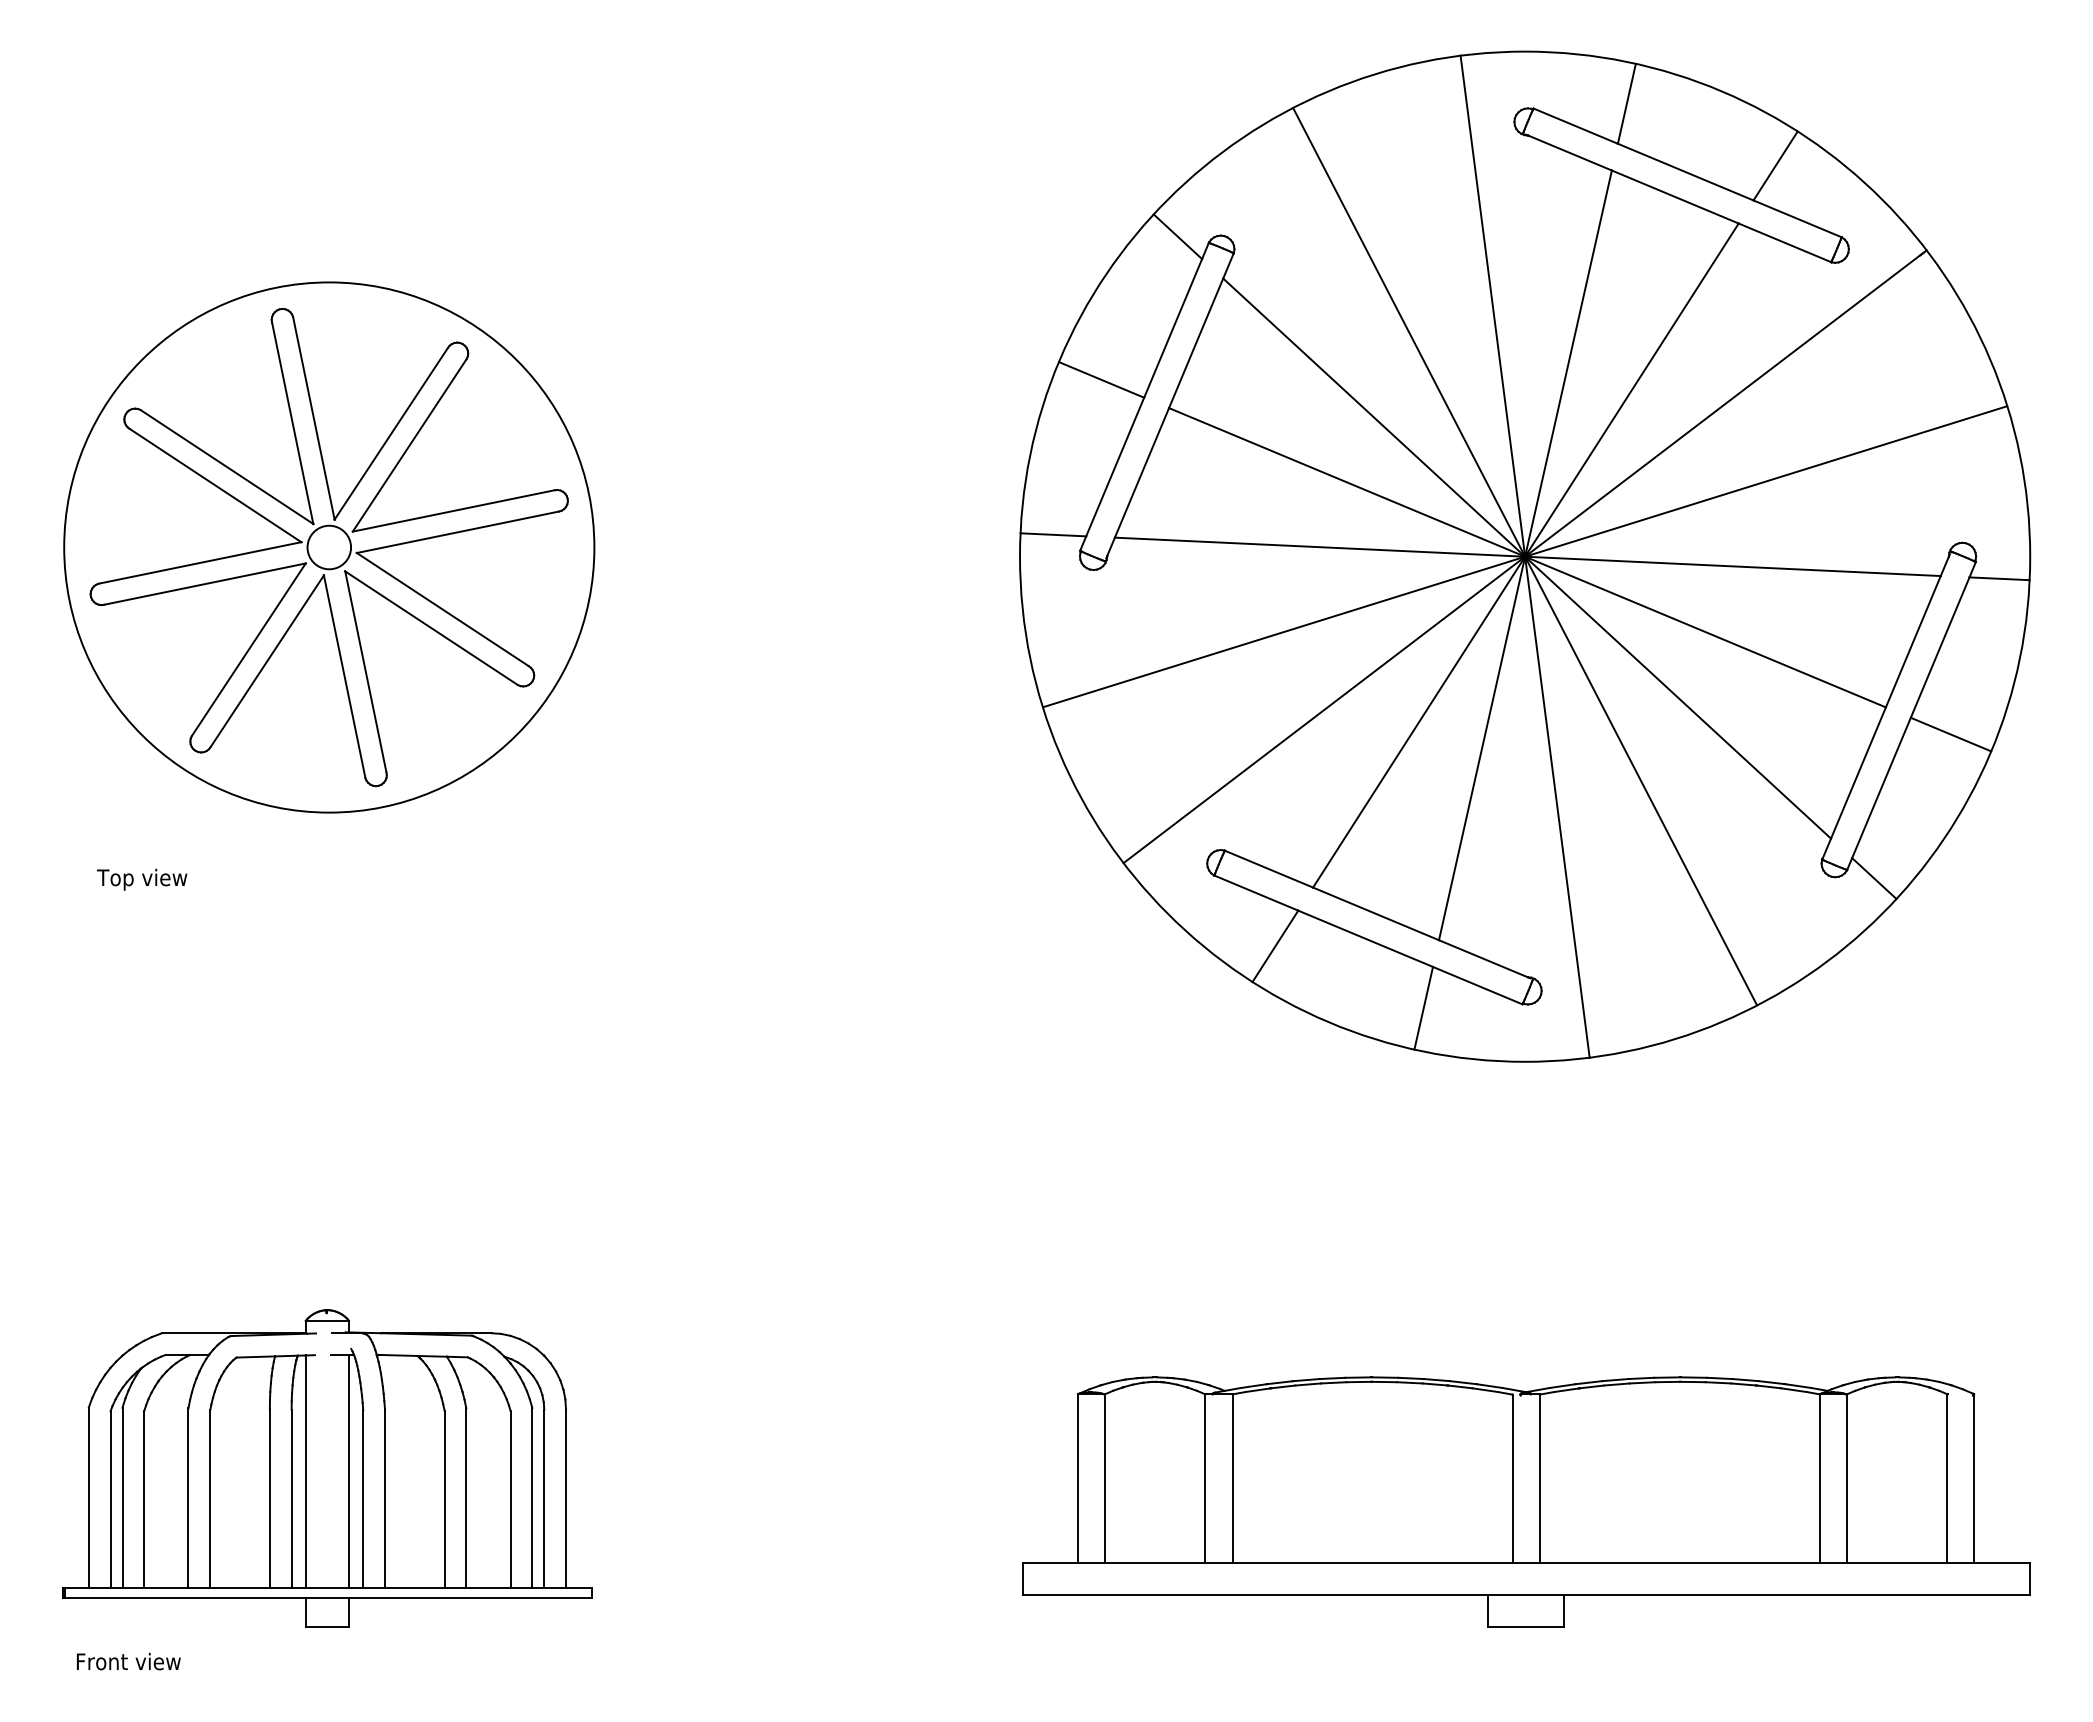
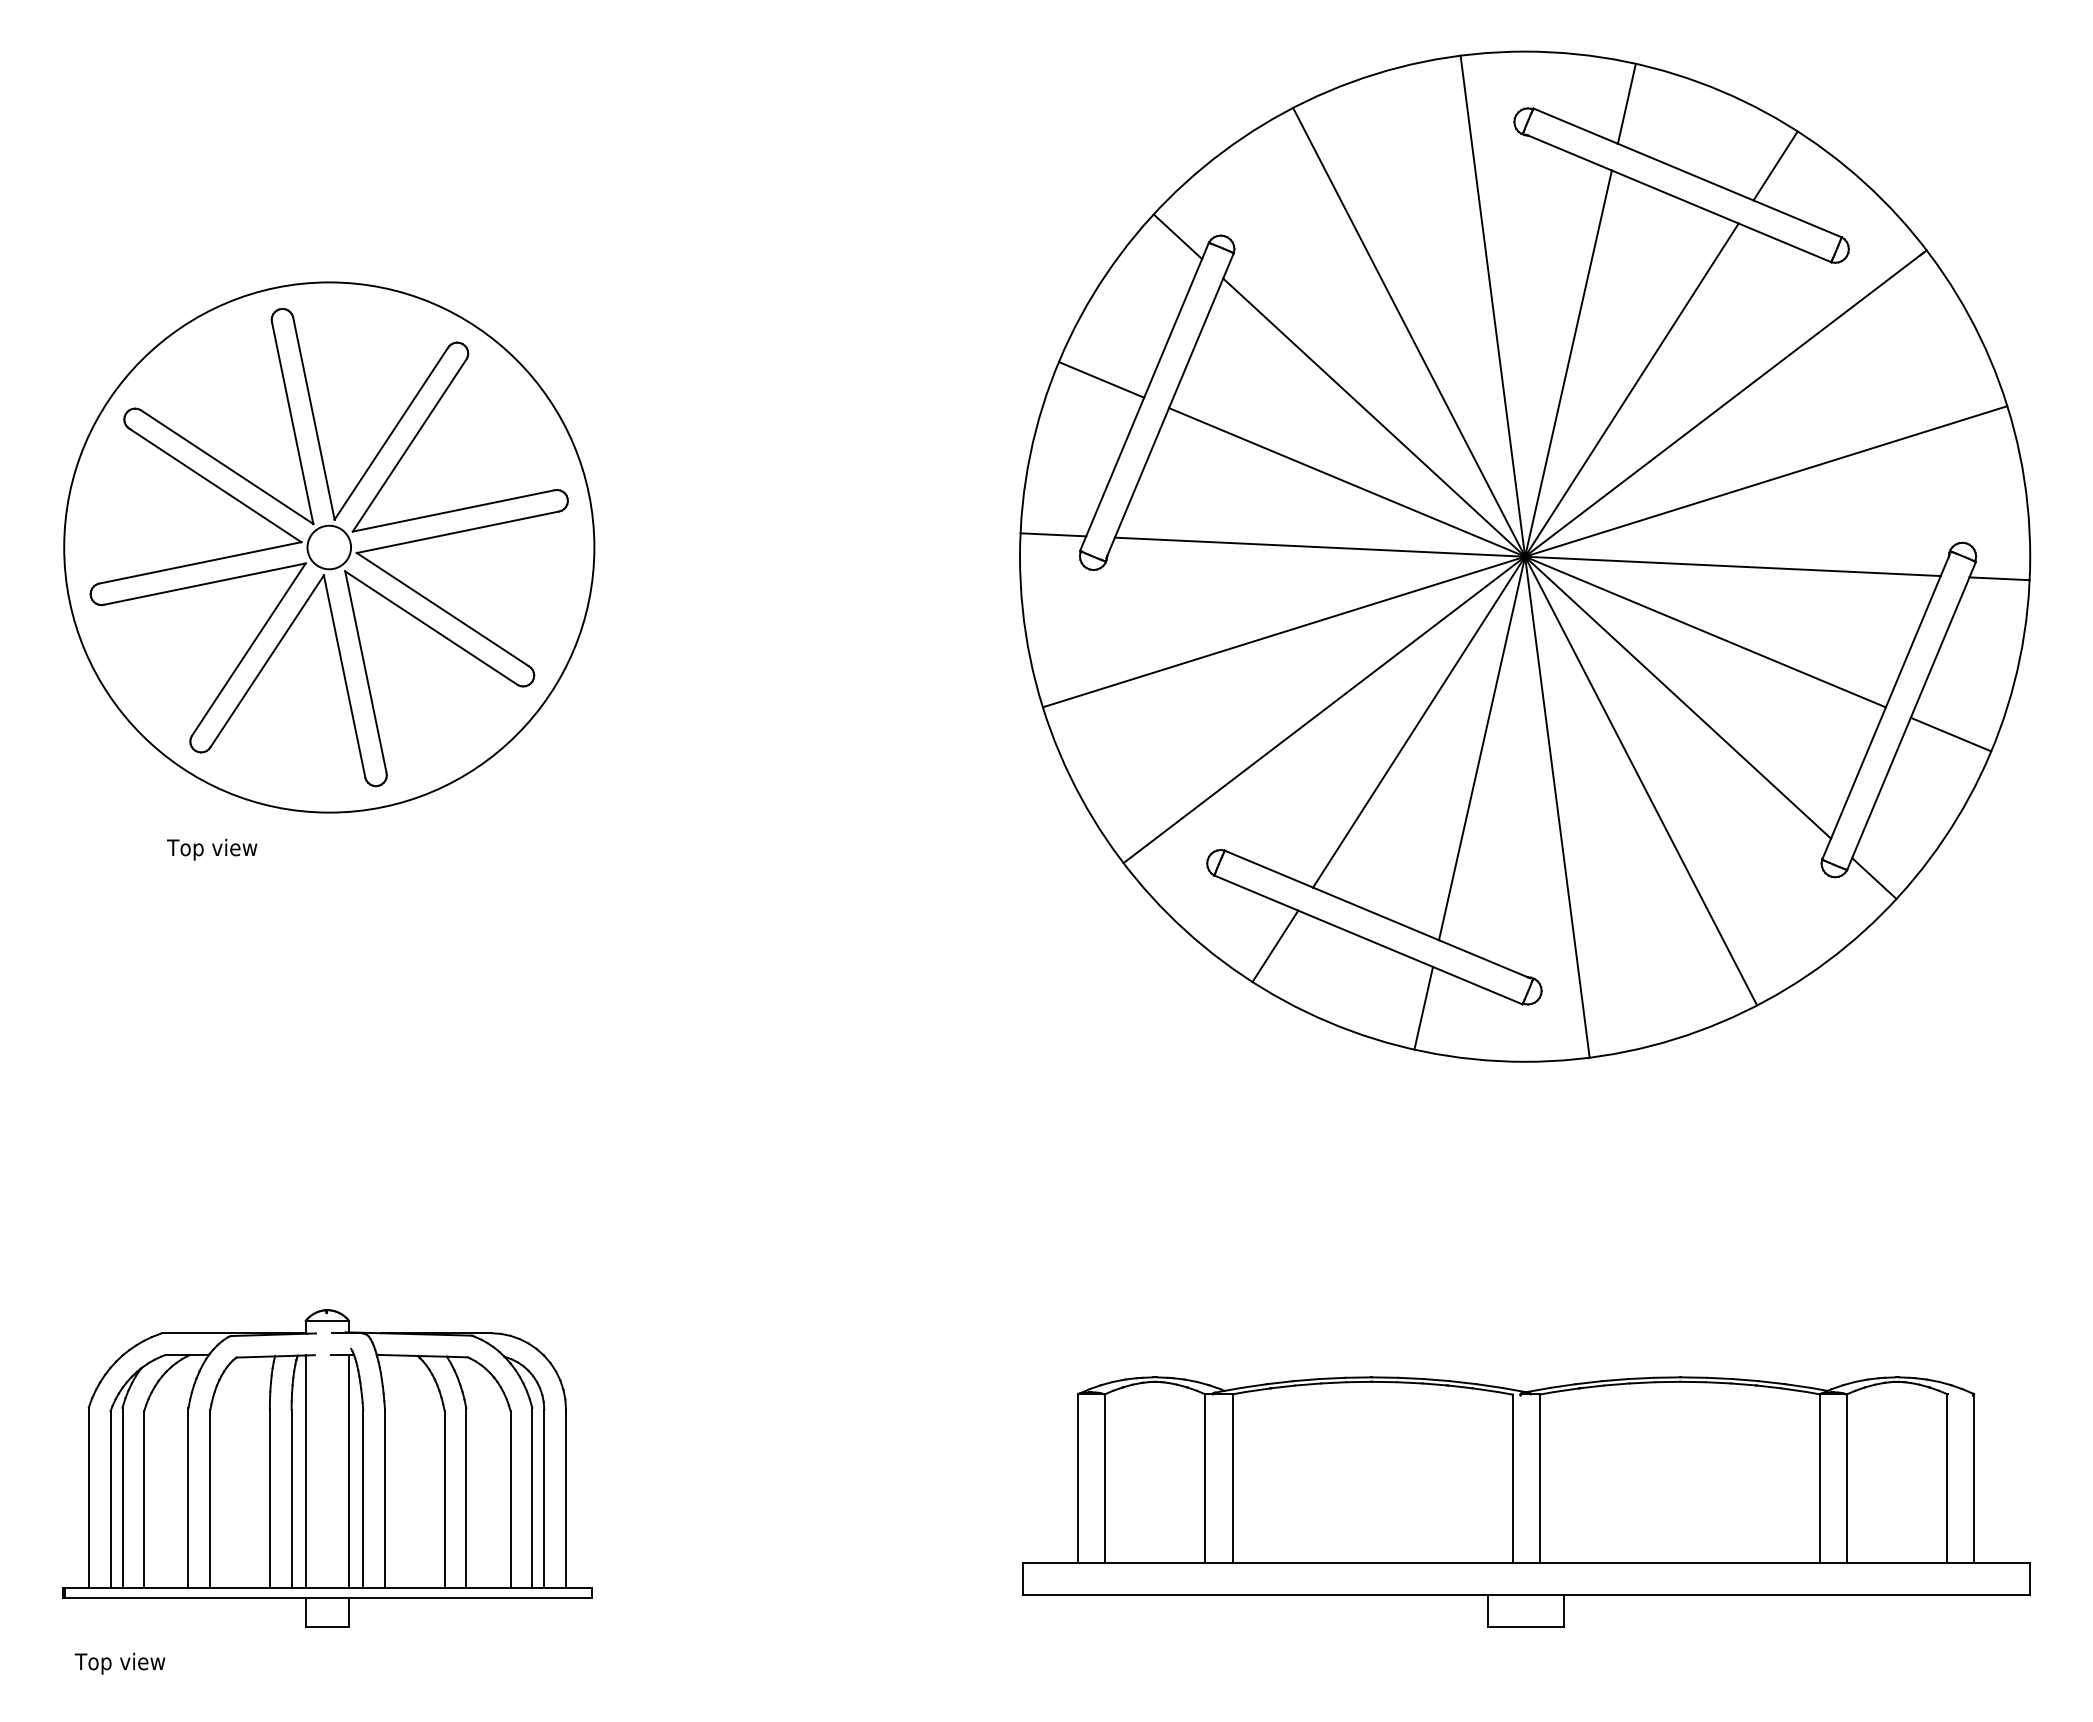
text at (142, 879) position: (142, 879) -> (212, 849)
text at (127, 1663): Front view -> Top view
